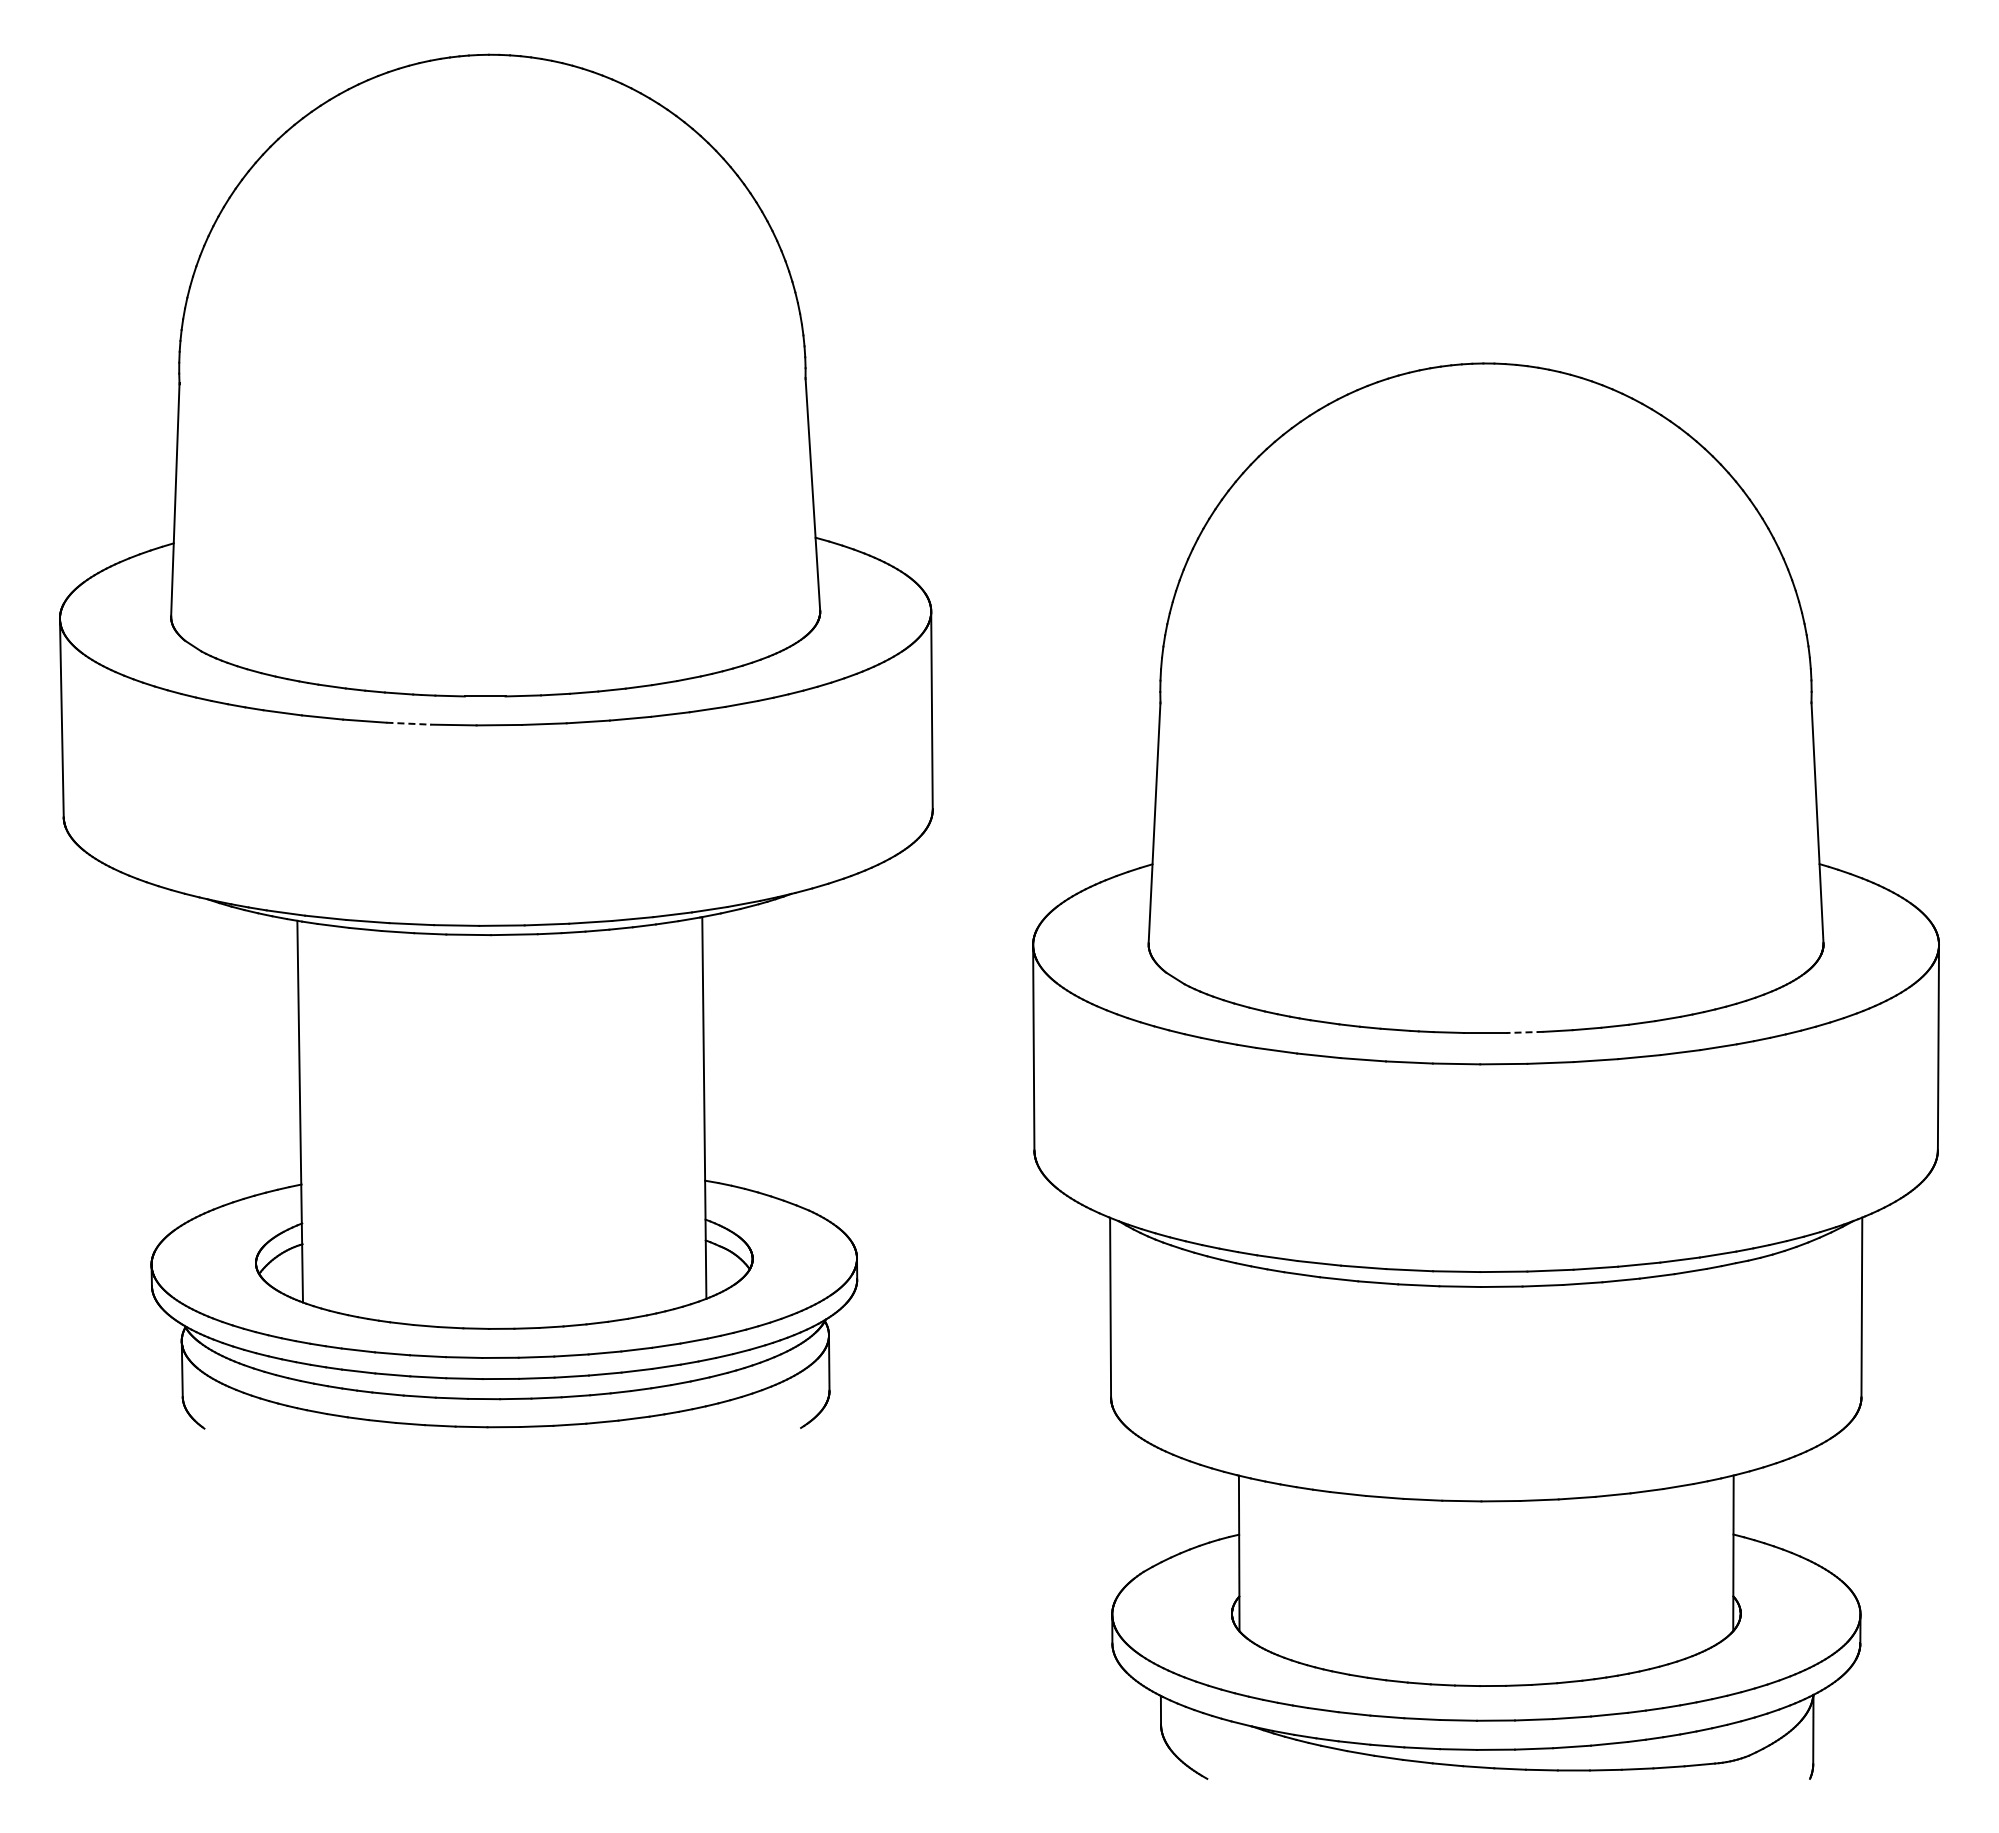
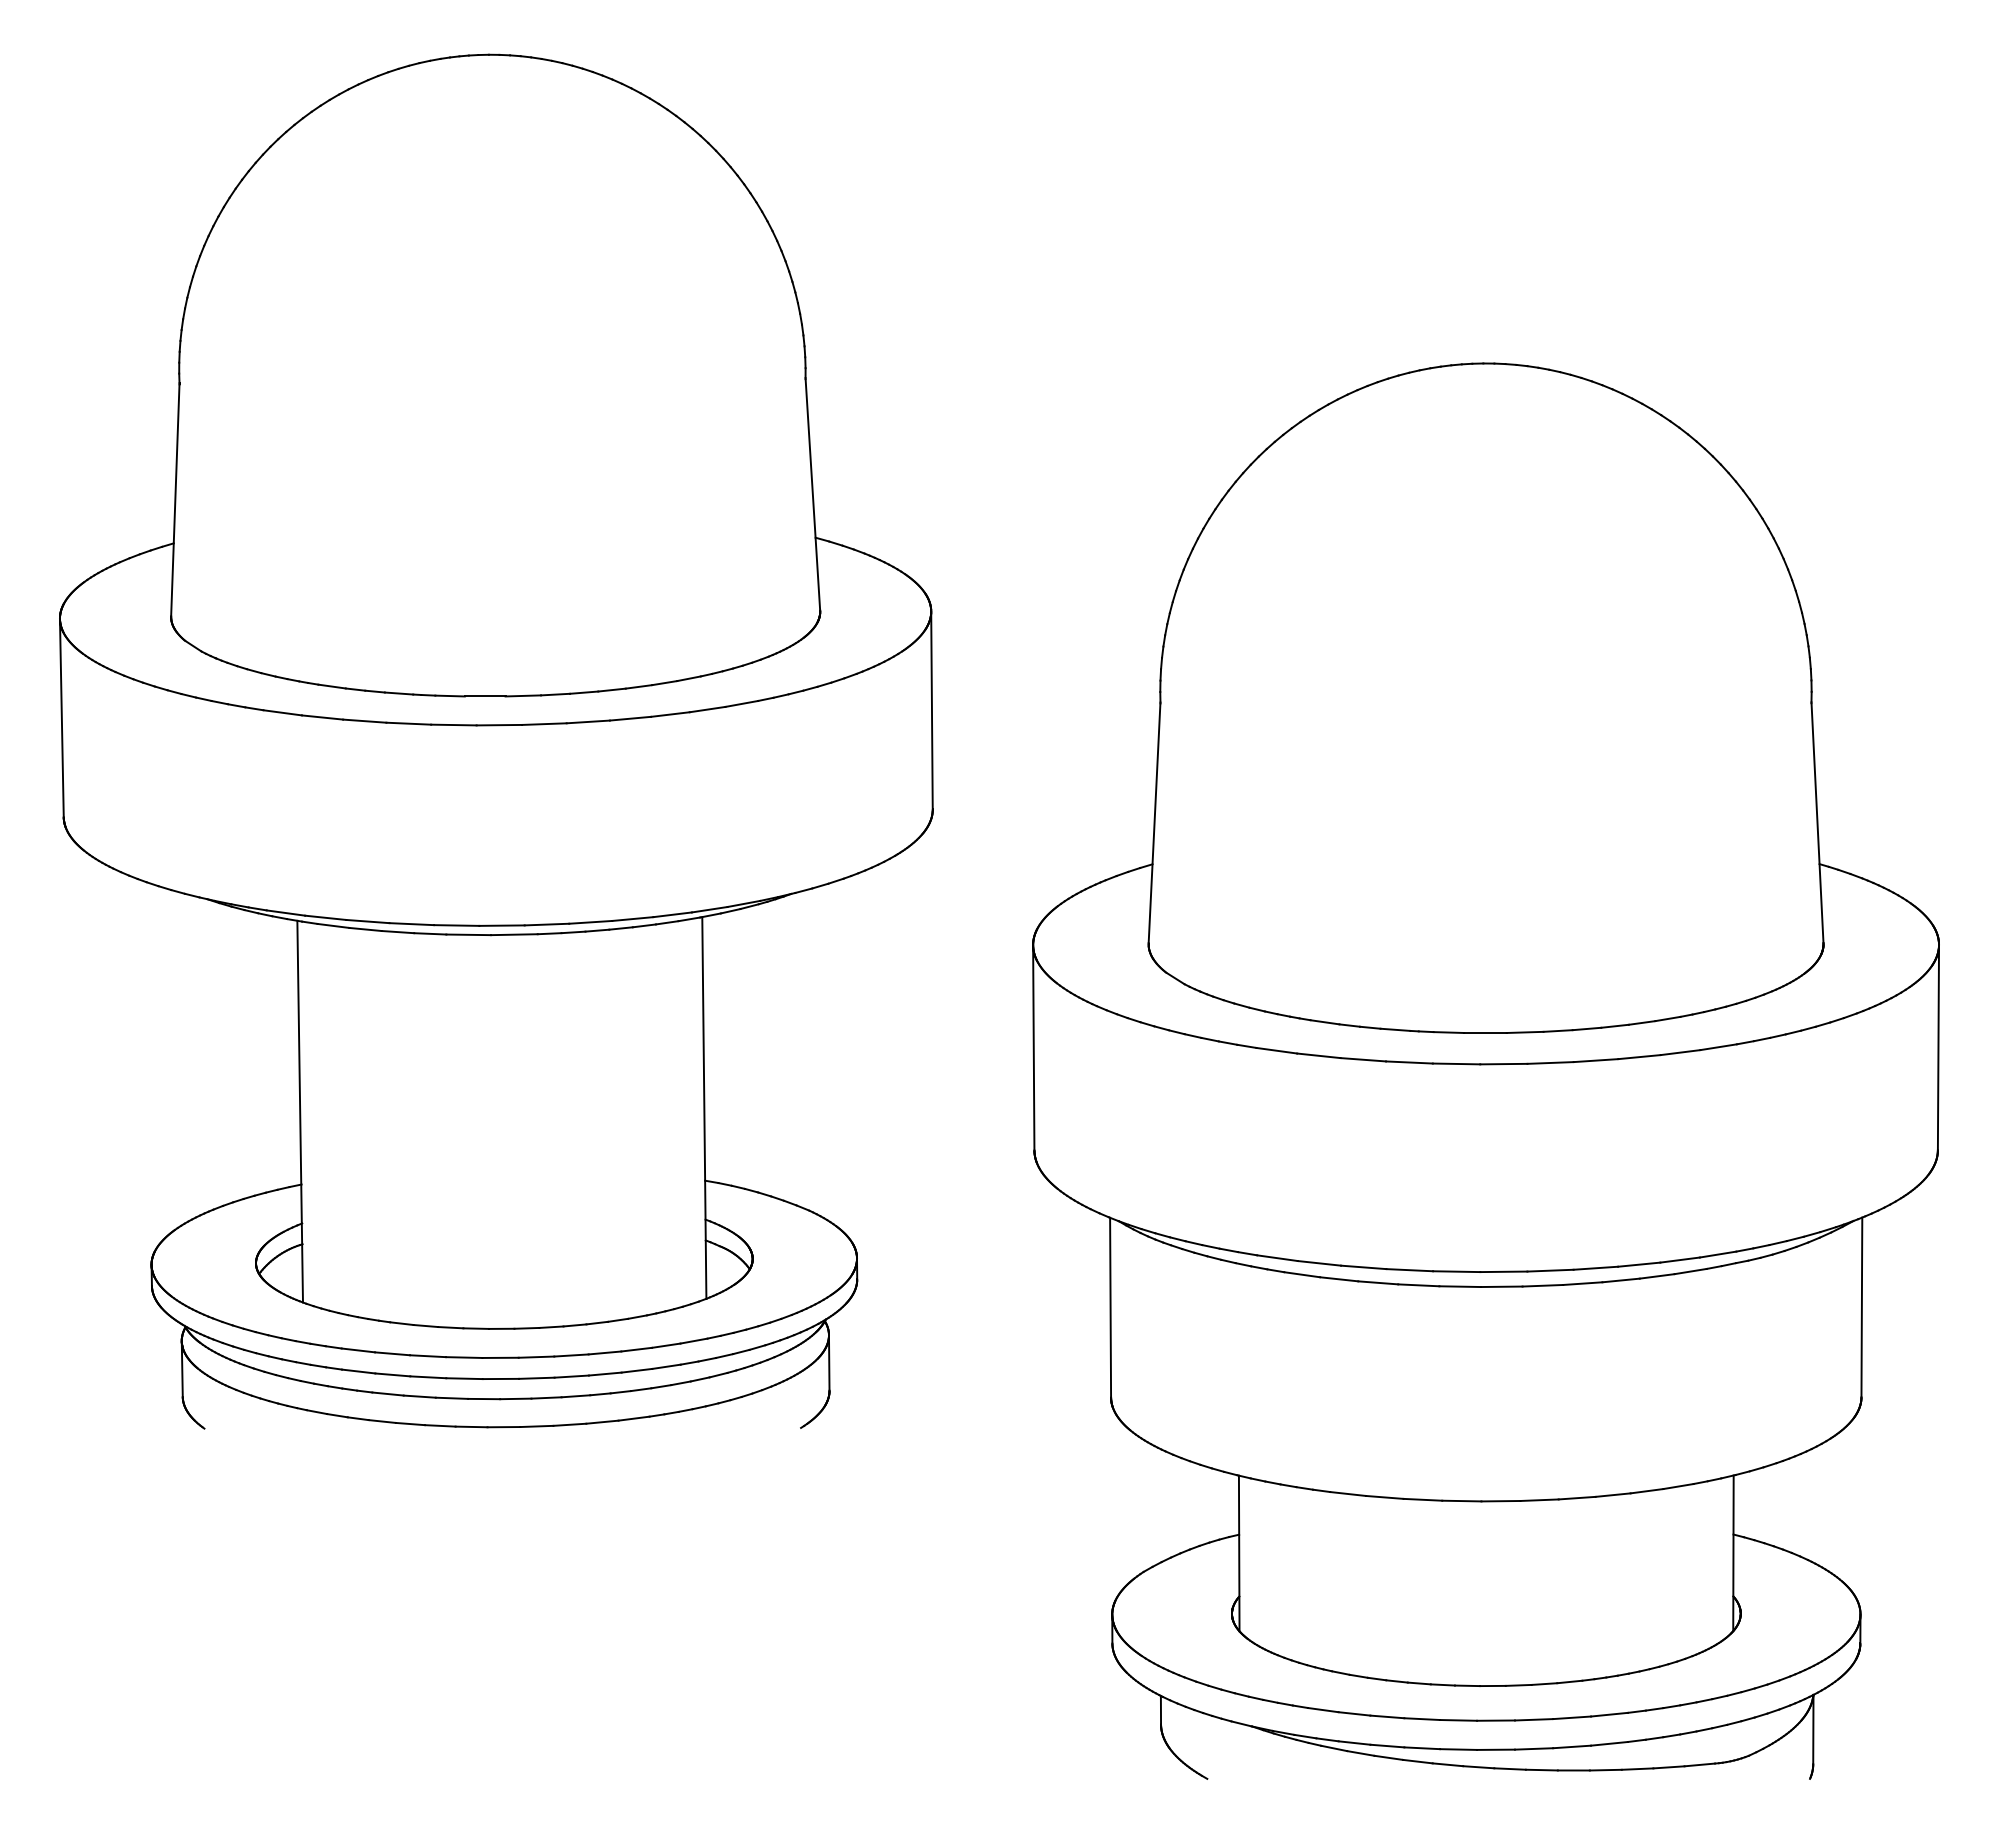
line at (409, 723): dashed -> solid
line at (1524, 1032): dashed -> solid
